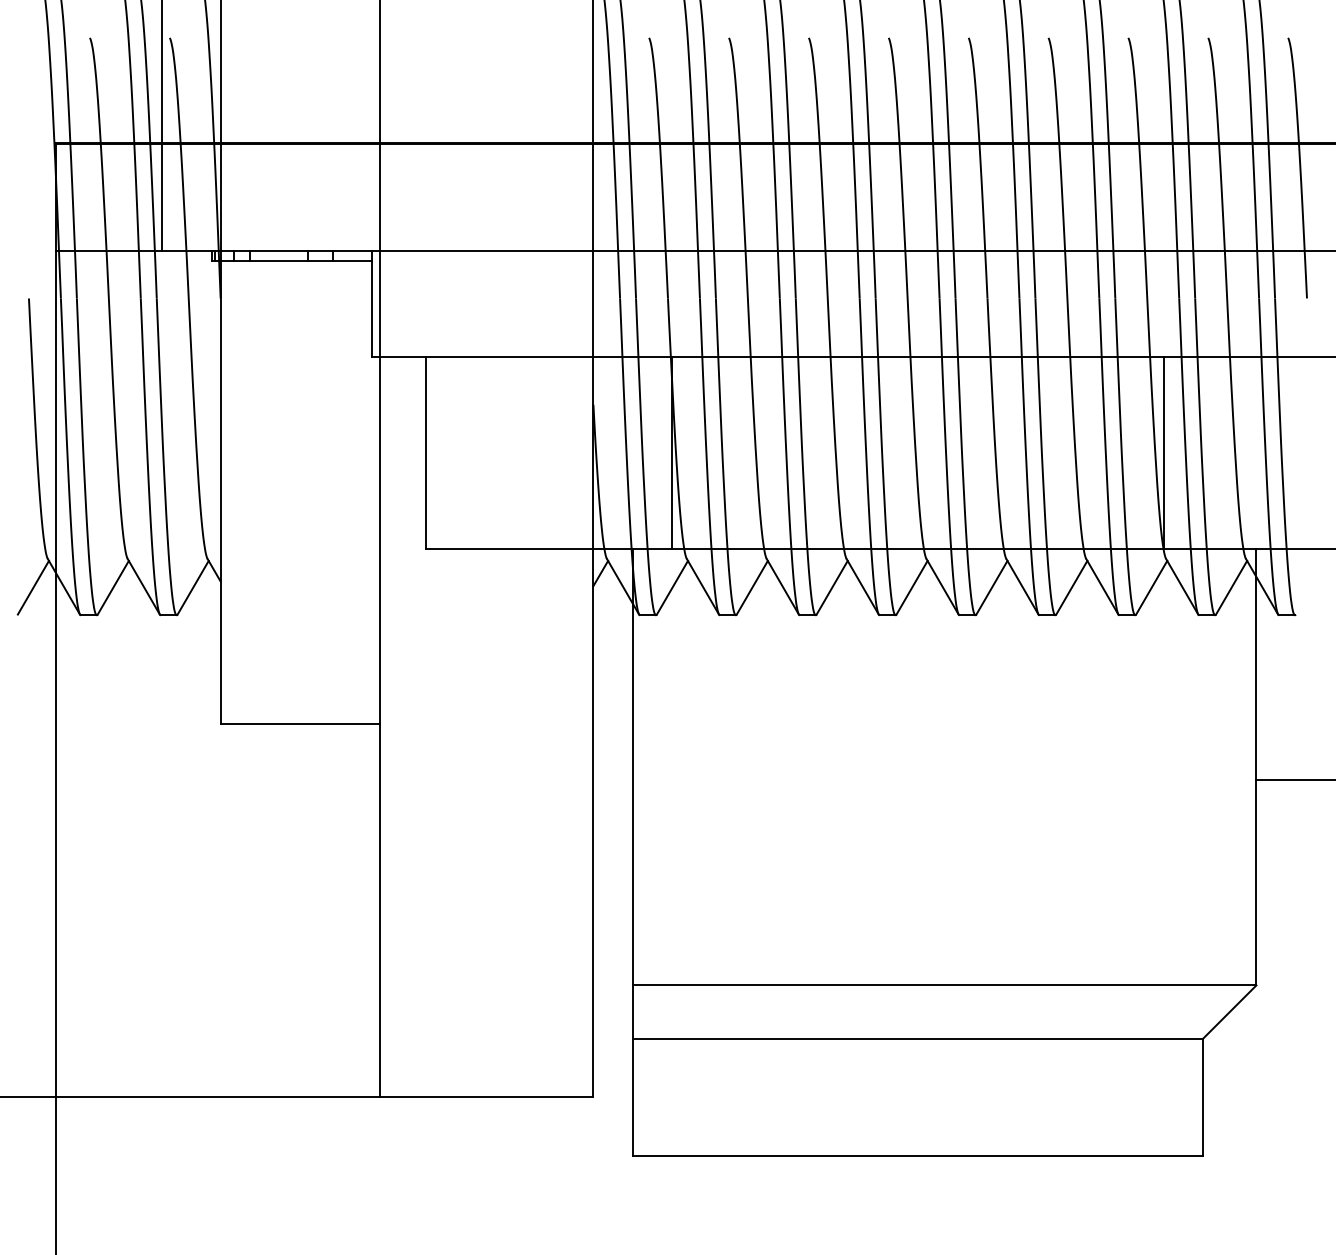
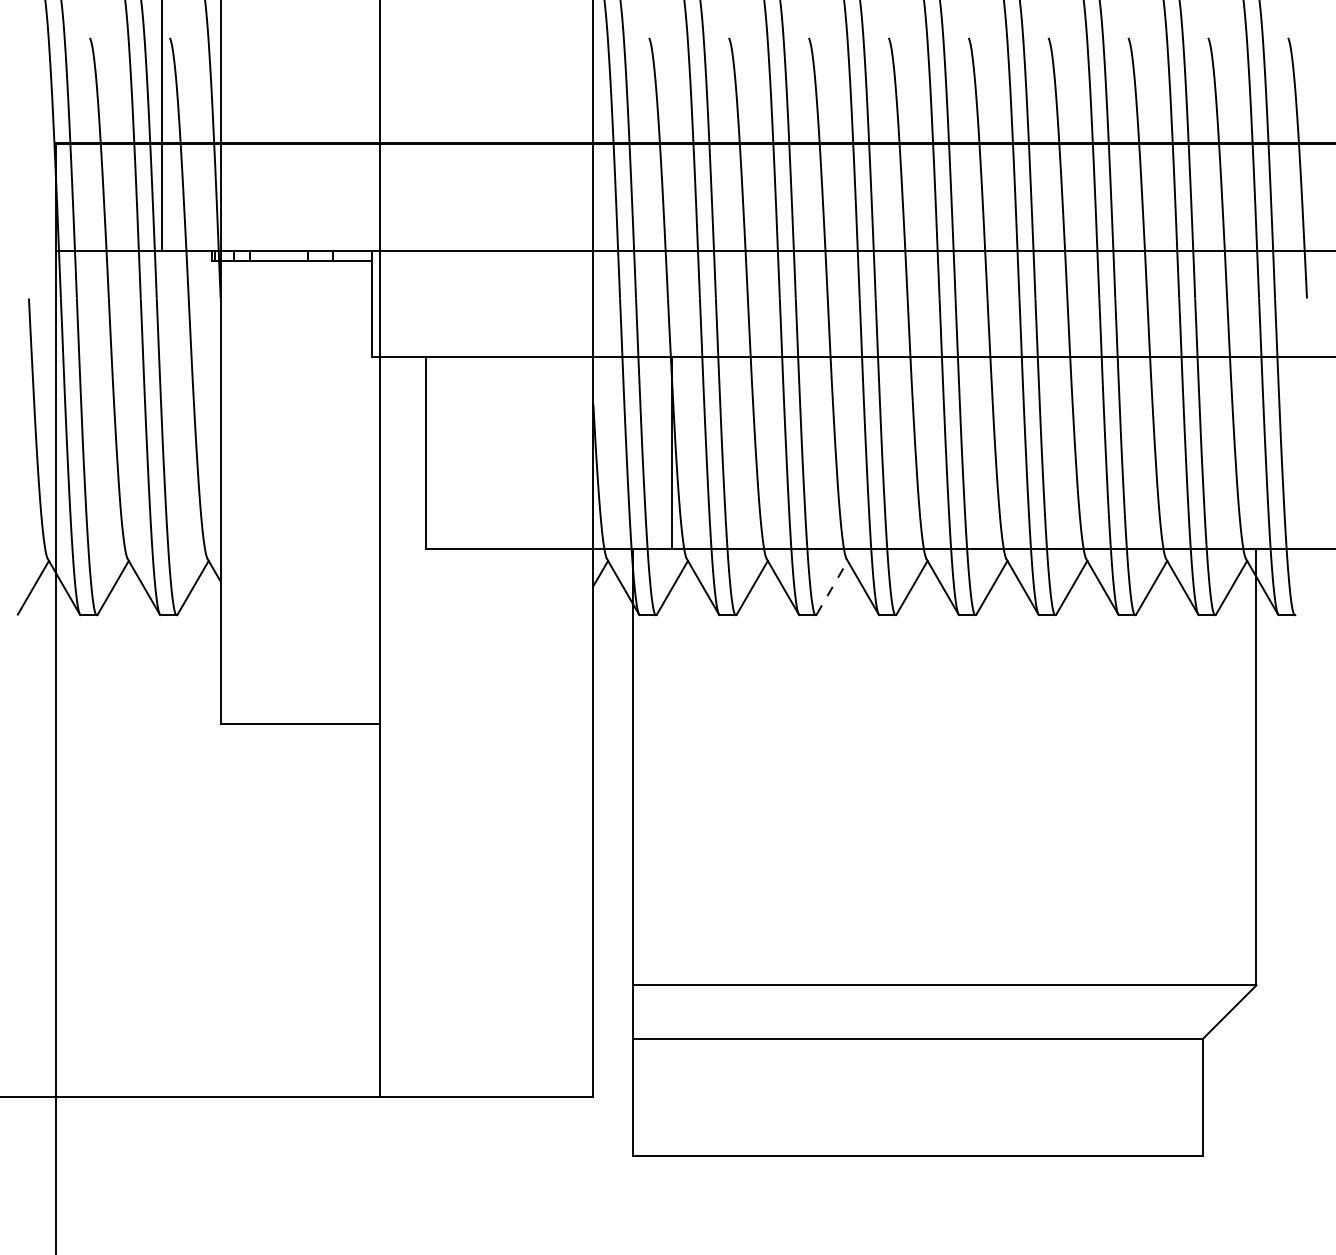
line at (1164, 452): present -> none
line at (832, 587): solid -> dashed
line at (1294, 779): present -> none
